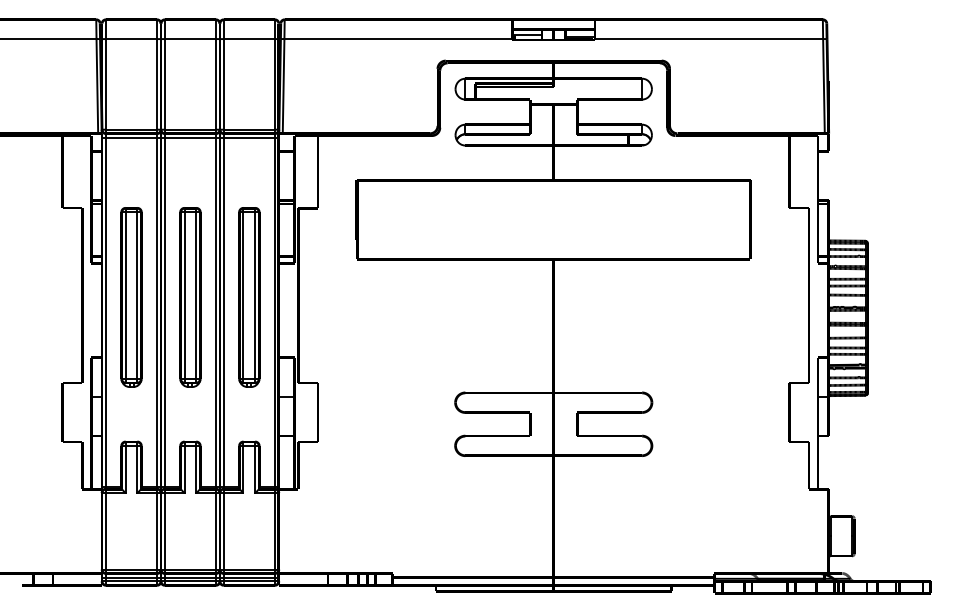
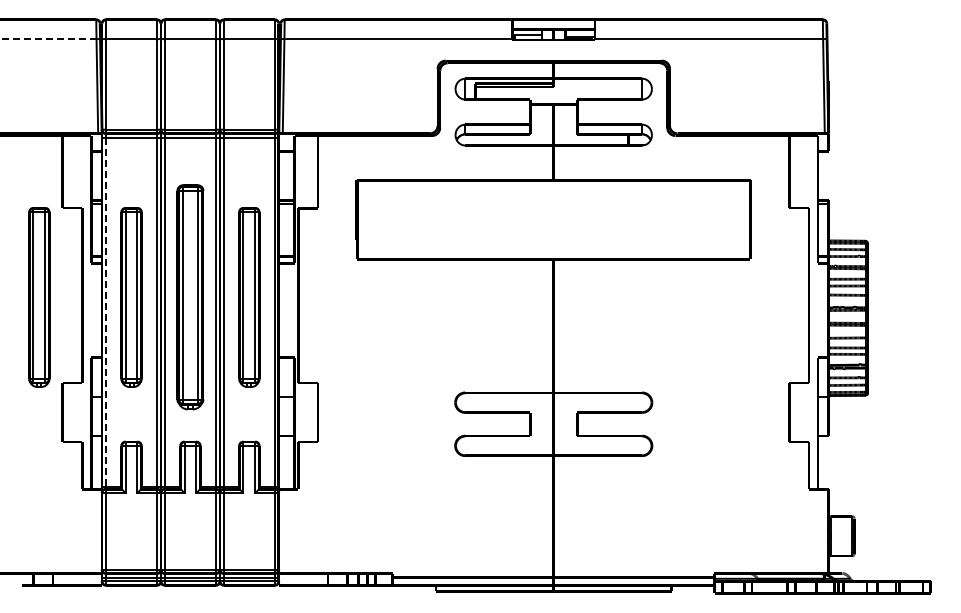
line at (48, 39): solid -> dashed
part at (39, 297): none -> present
part at (190, 297) size: 23x181 px -> 29x227 px
line at (106, 312): solid -> dashed
